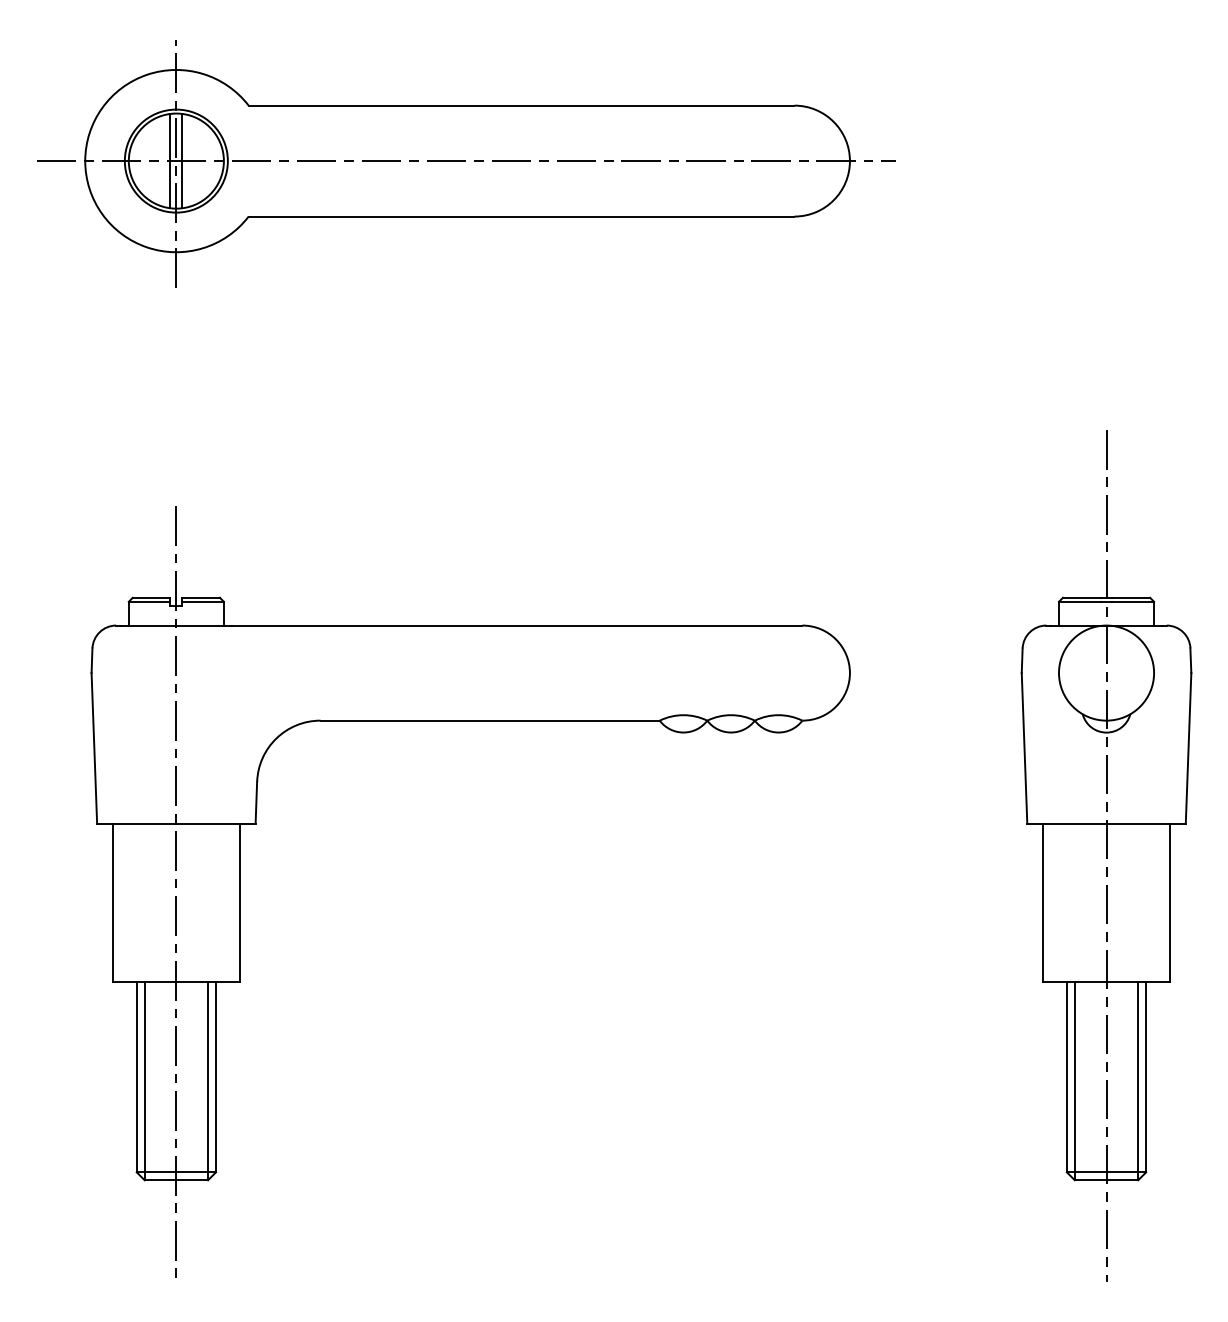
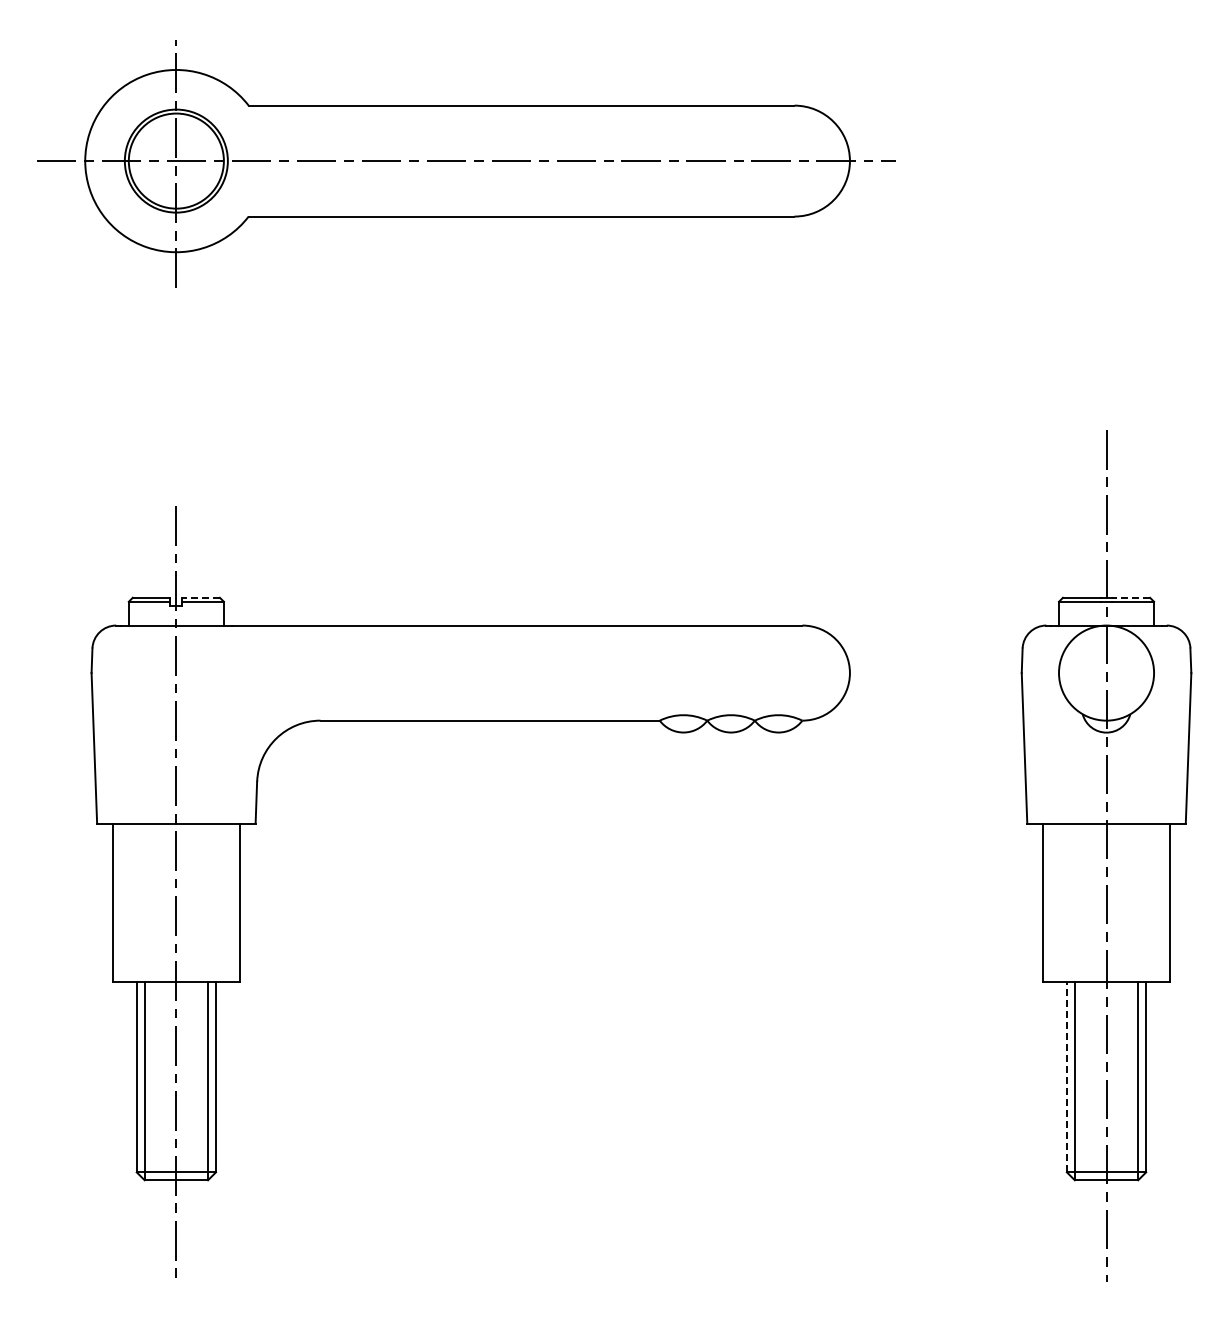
line at (170, 160): present -> none
line at (182, 160): present -> none
line at (201, 597): solid -> dashed
line at (1131, 597): solid -> dashed
line at (1066, 1076): solid -> dashed
